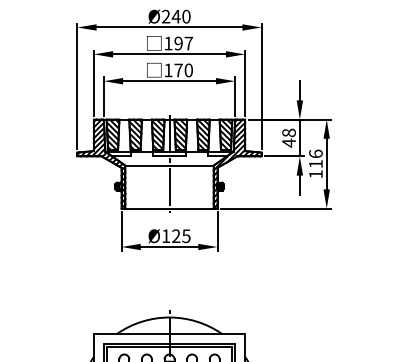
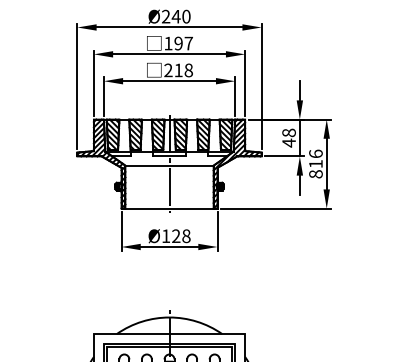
text at (178, 70): 170 -> 218
text at (315, 174): 116 -> 816
text at (186, 235): Ø125 -> Ø128
